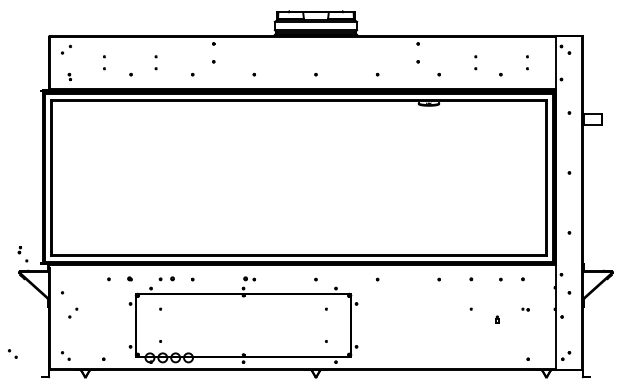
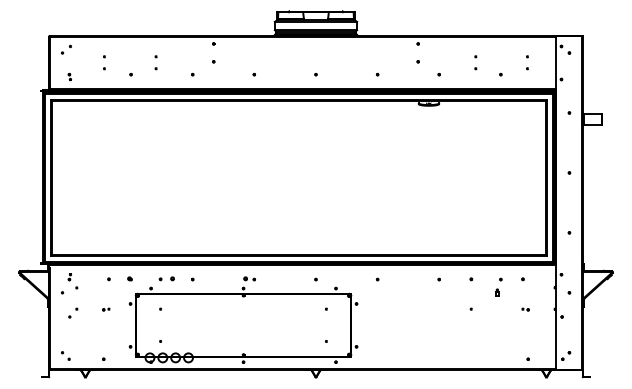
part at (22, 254) position: (22, 254) -> (72, 281)
part at (106, 309): none -> present
part at (497, 319) position: (497, 319) -> (497, 292)
part at (12, 353): present -> none
